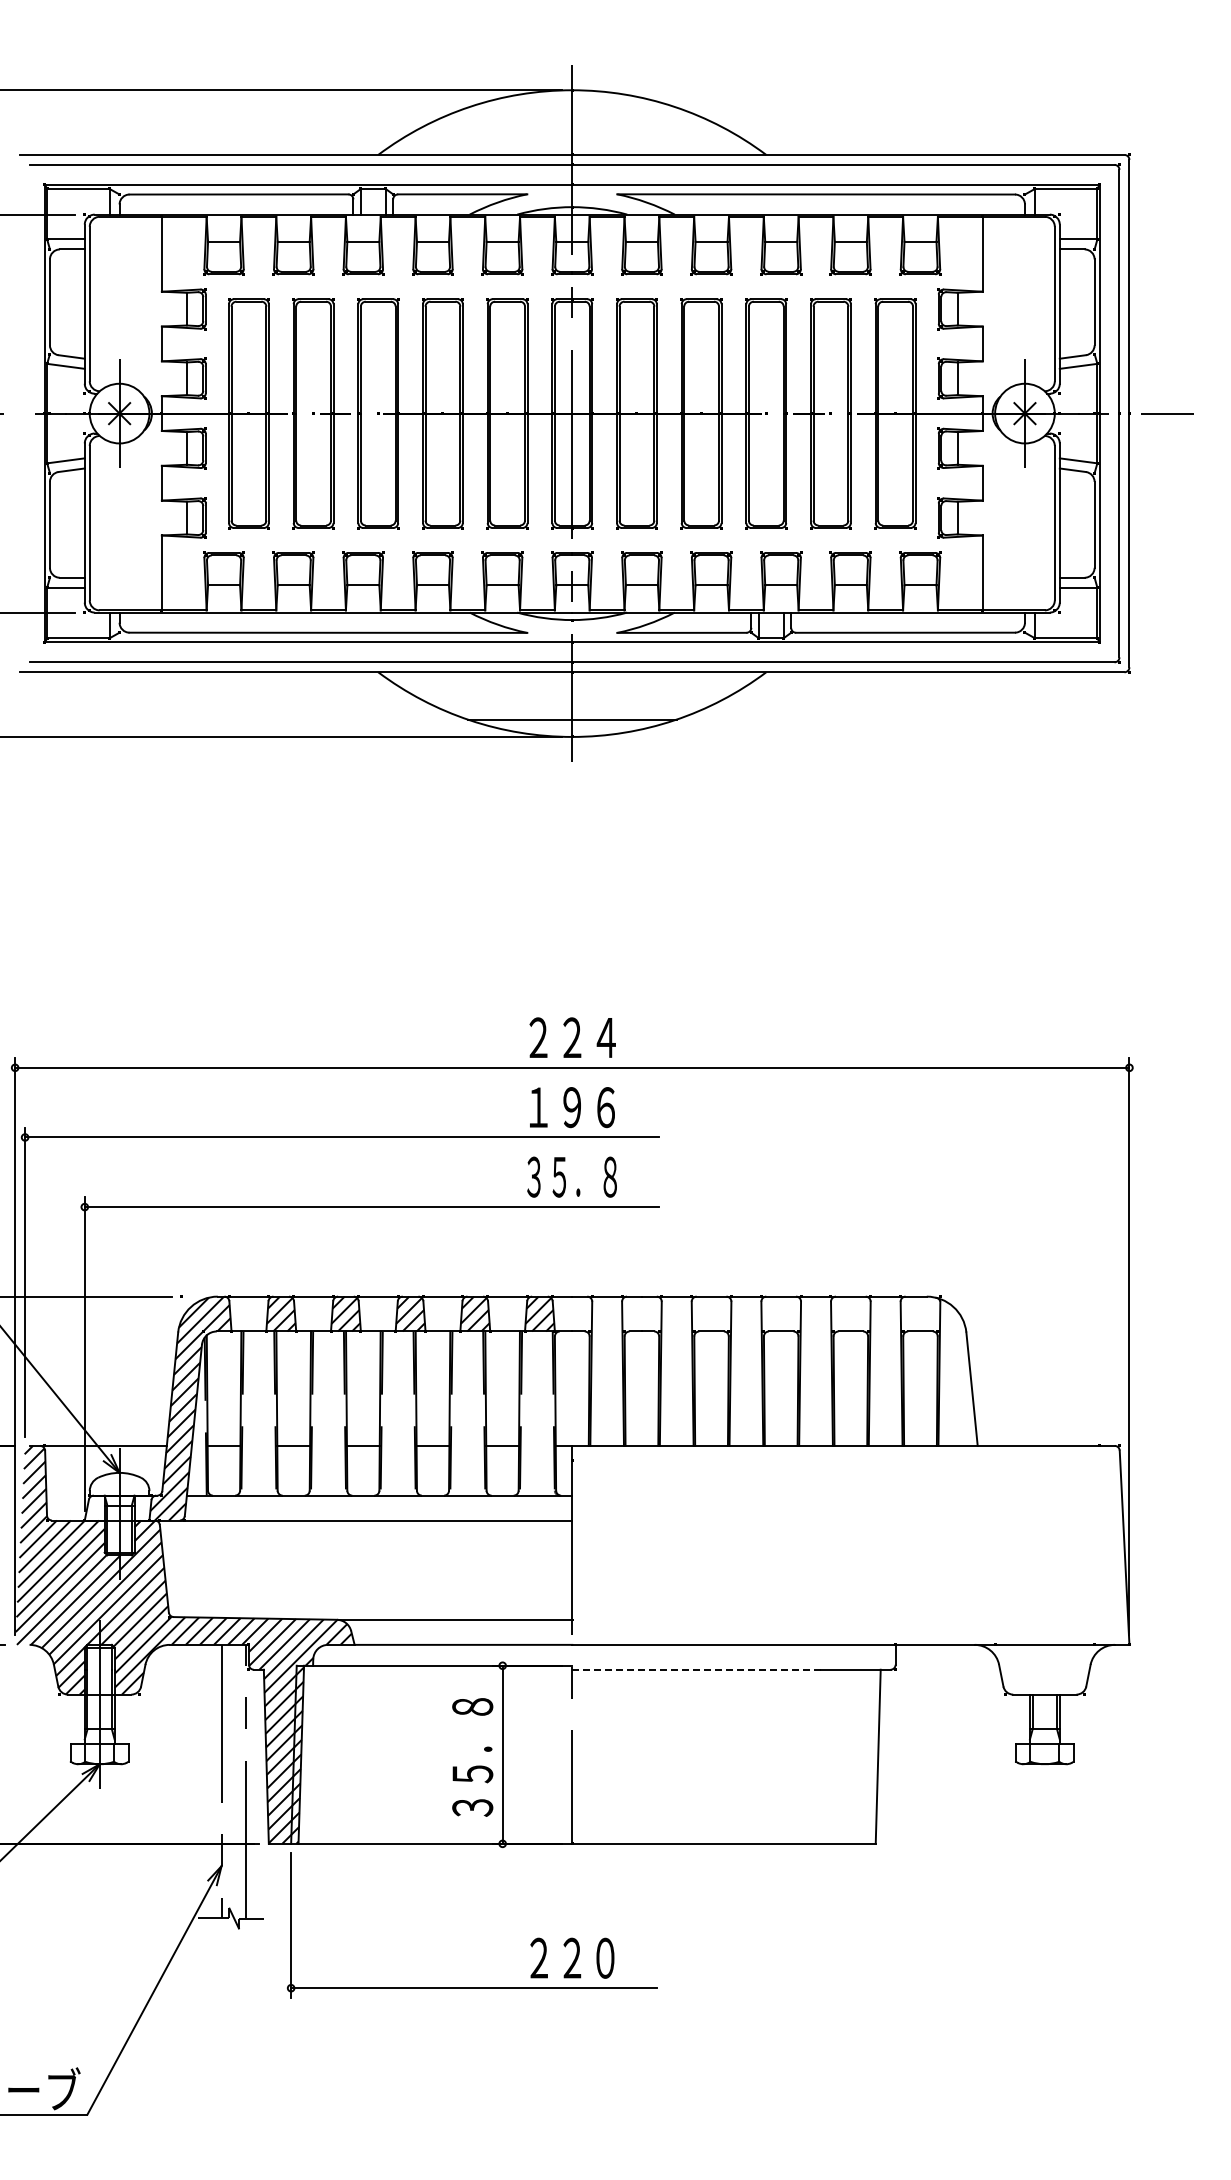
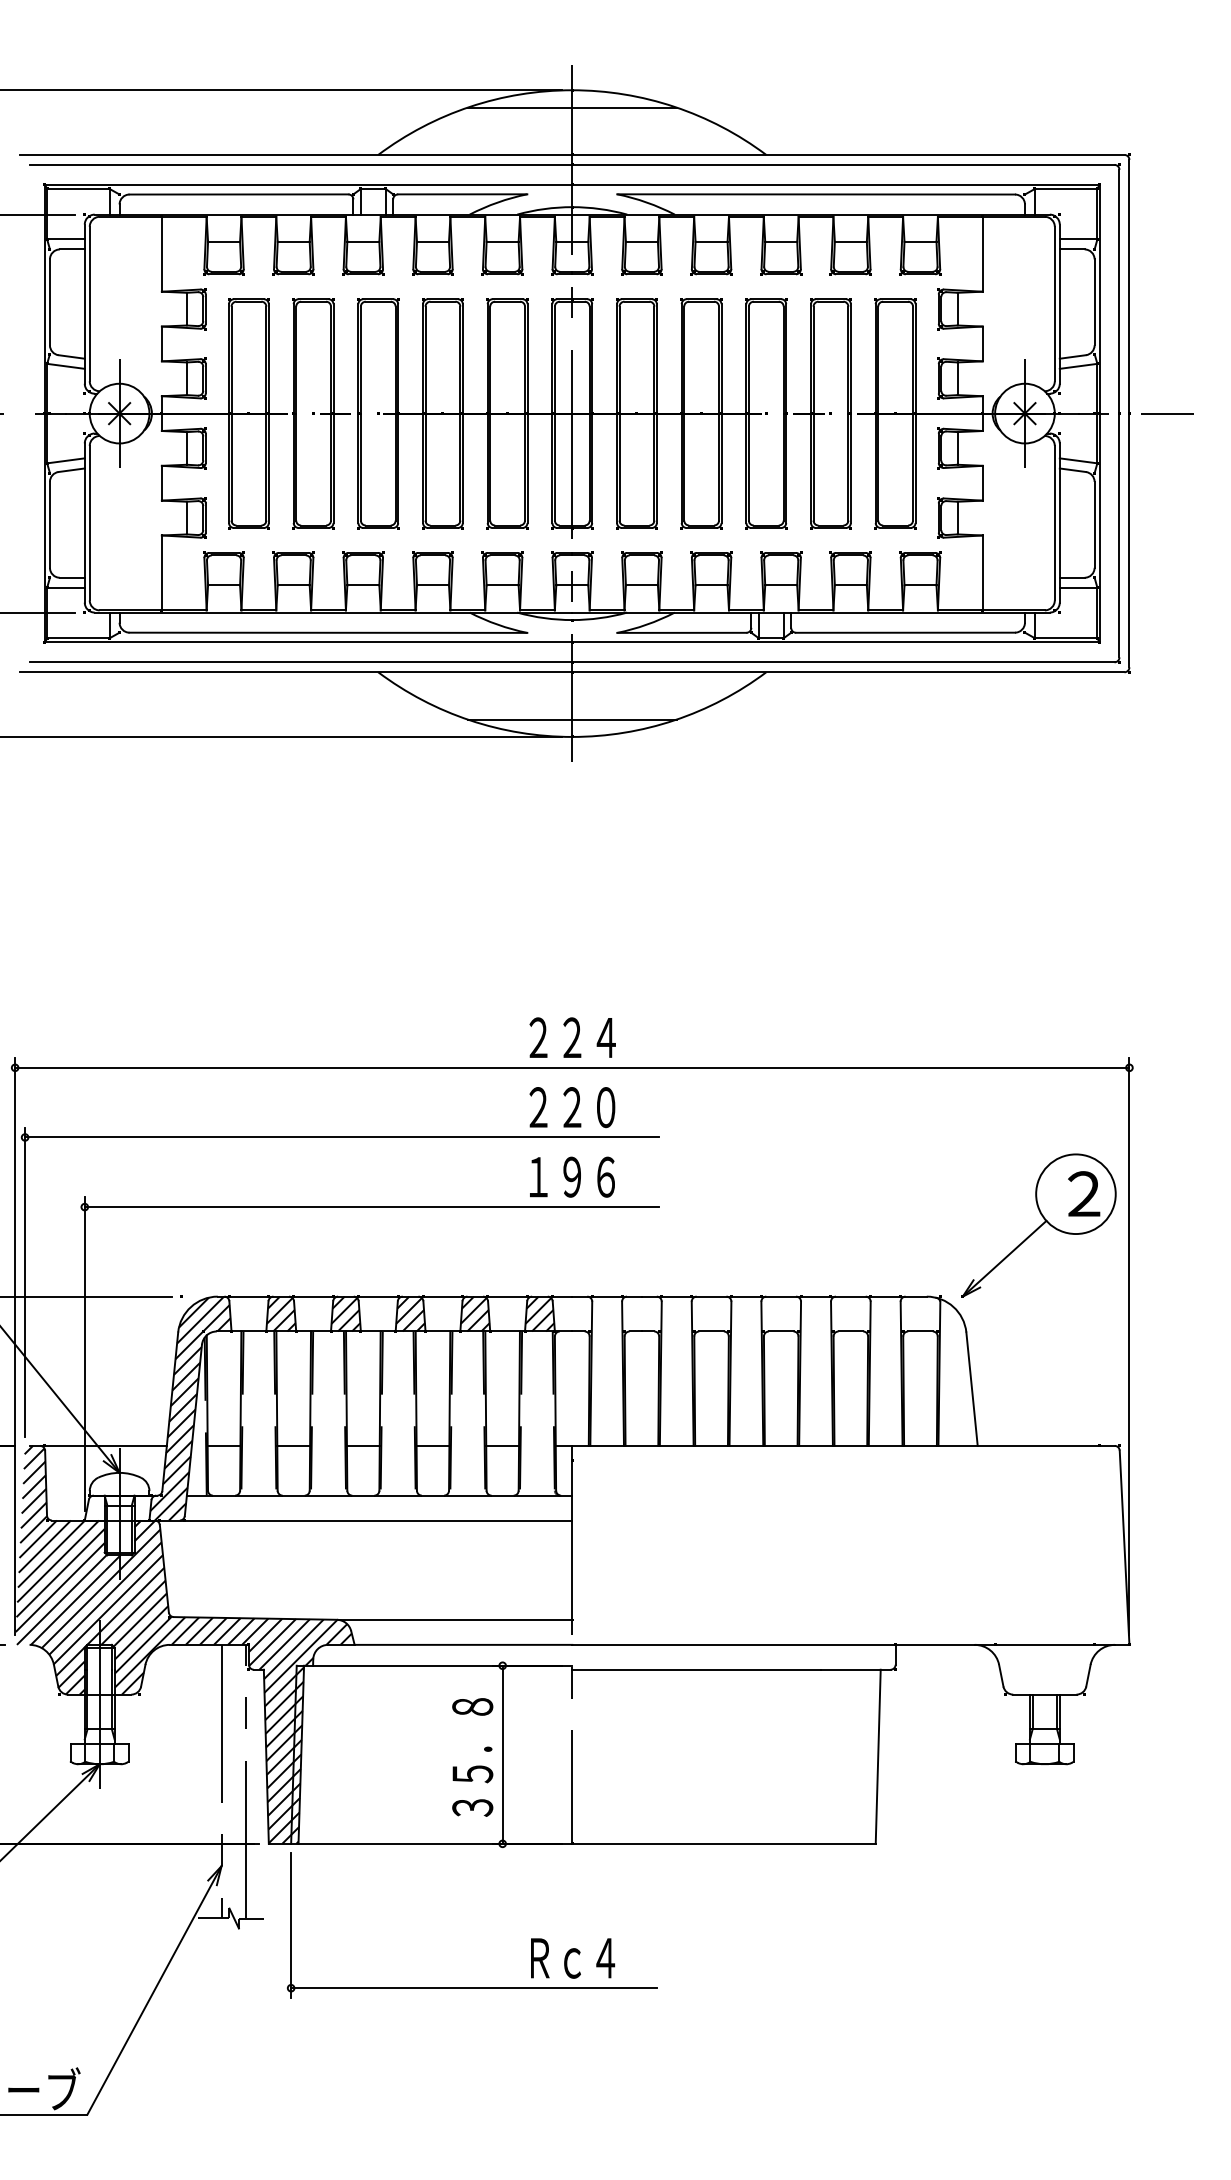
line at (571, 107): none -> present
text at (572, 1107): １９６ -> ２２０
text at (571, 1176): ３５．８ -> １９６
part at (1038, 1225): none -> present
line at (696, 1669): dashed -> solid
text at (572, 1957): ２２０ -> Ｒｃ４
